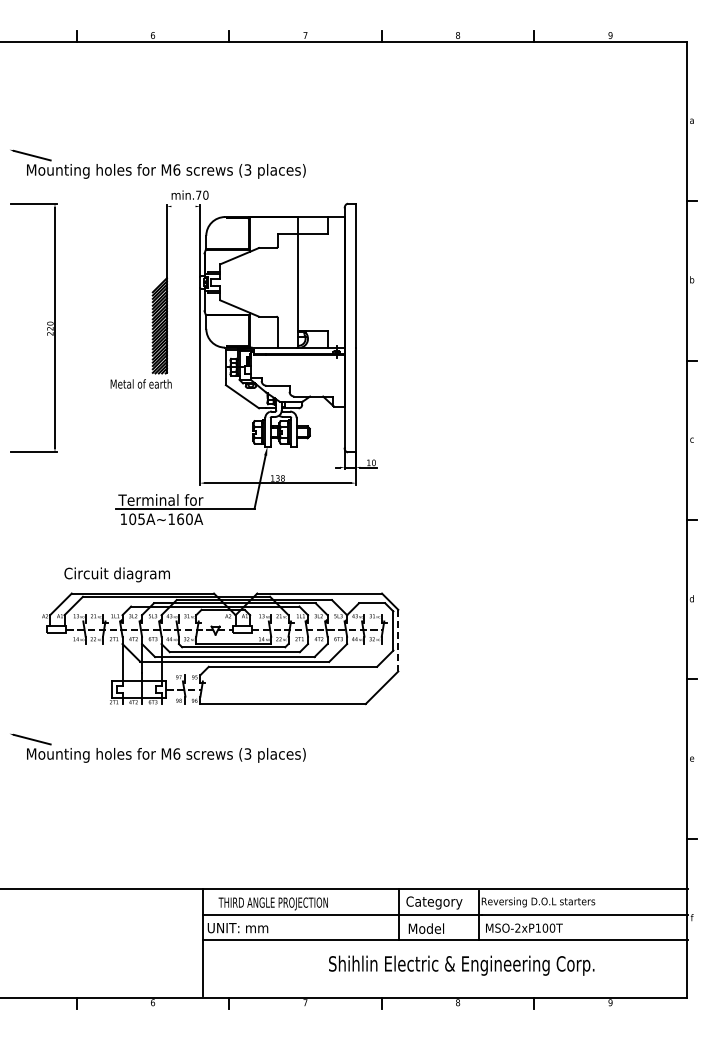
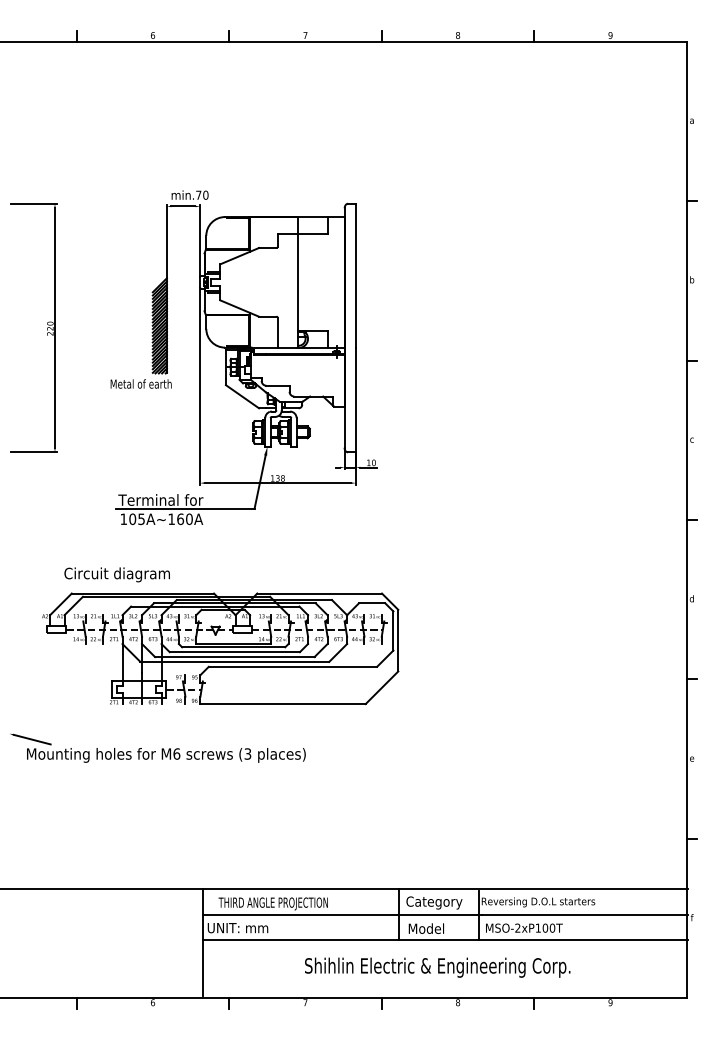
part at (157, 163): present -> none
line at (183, 206): none -> present
line at (398, 640): dashed -> solid
text at (461, 965) position: (461, 965) -> (437, 967)
